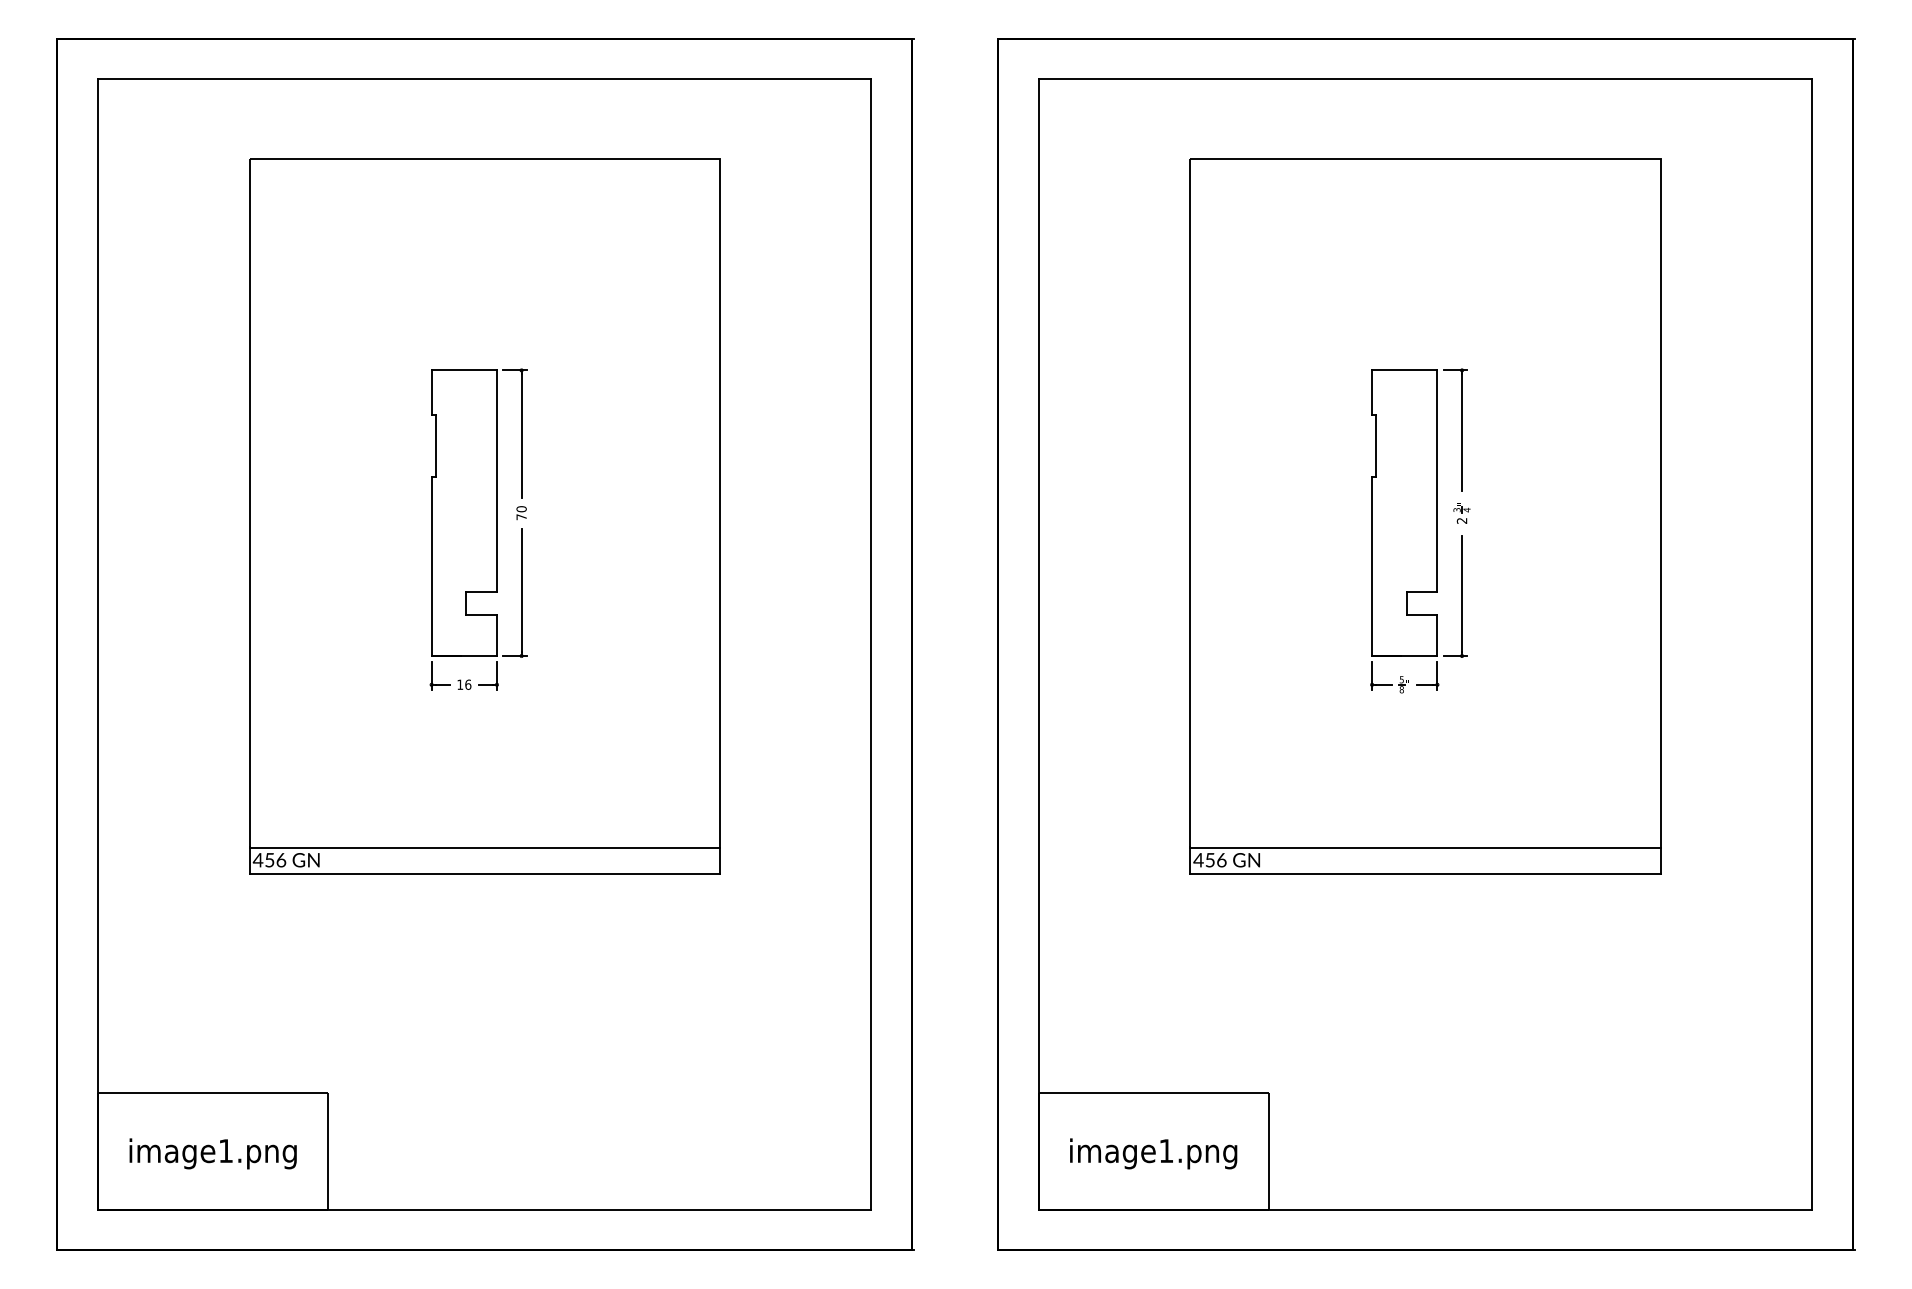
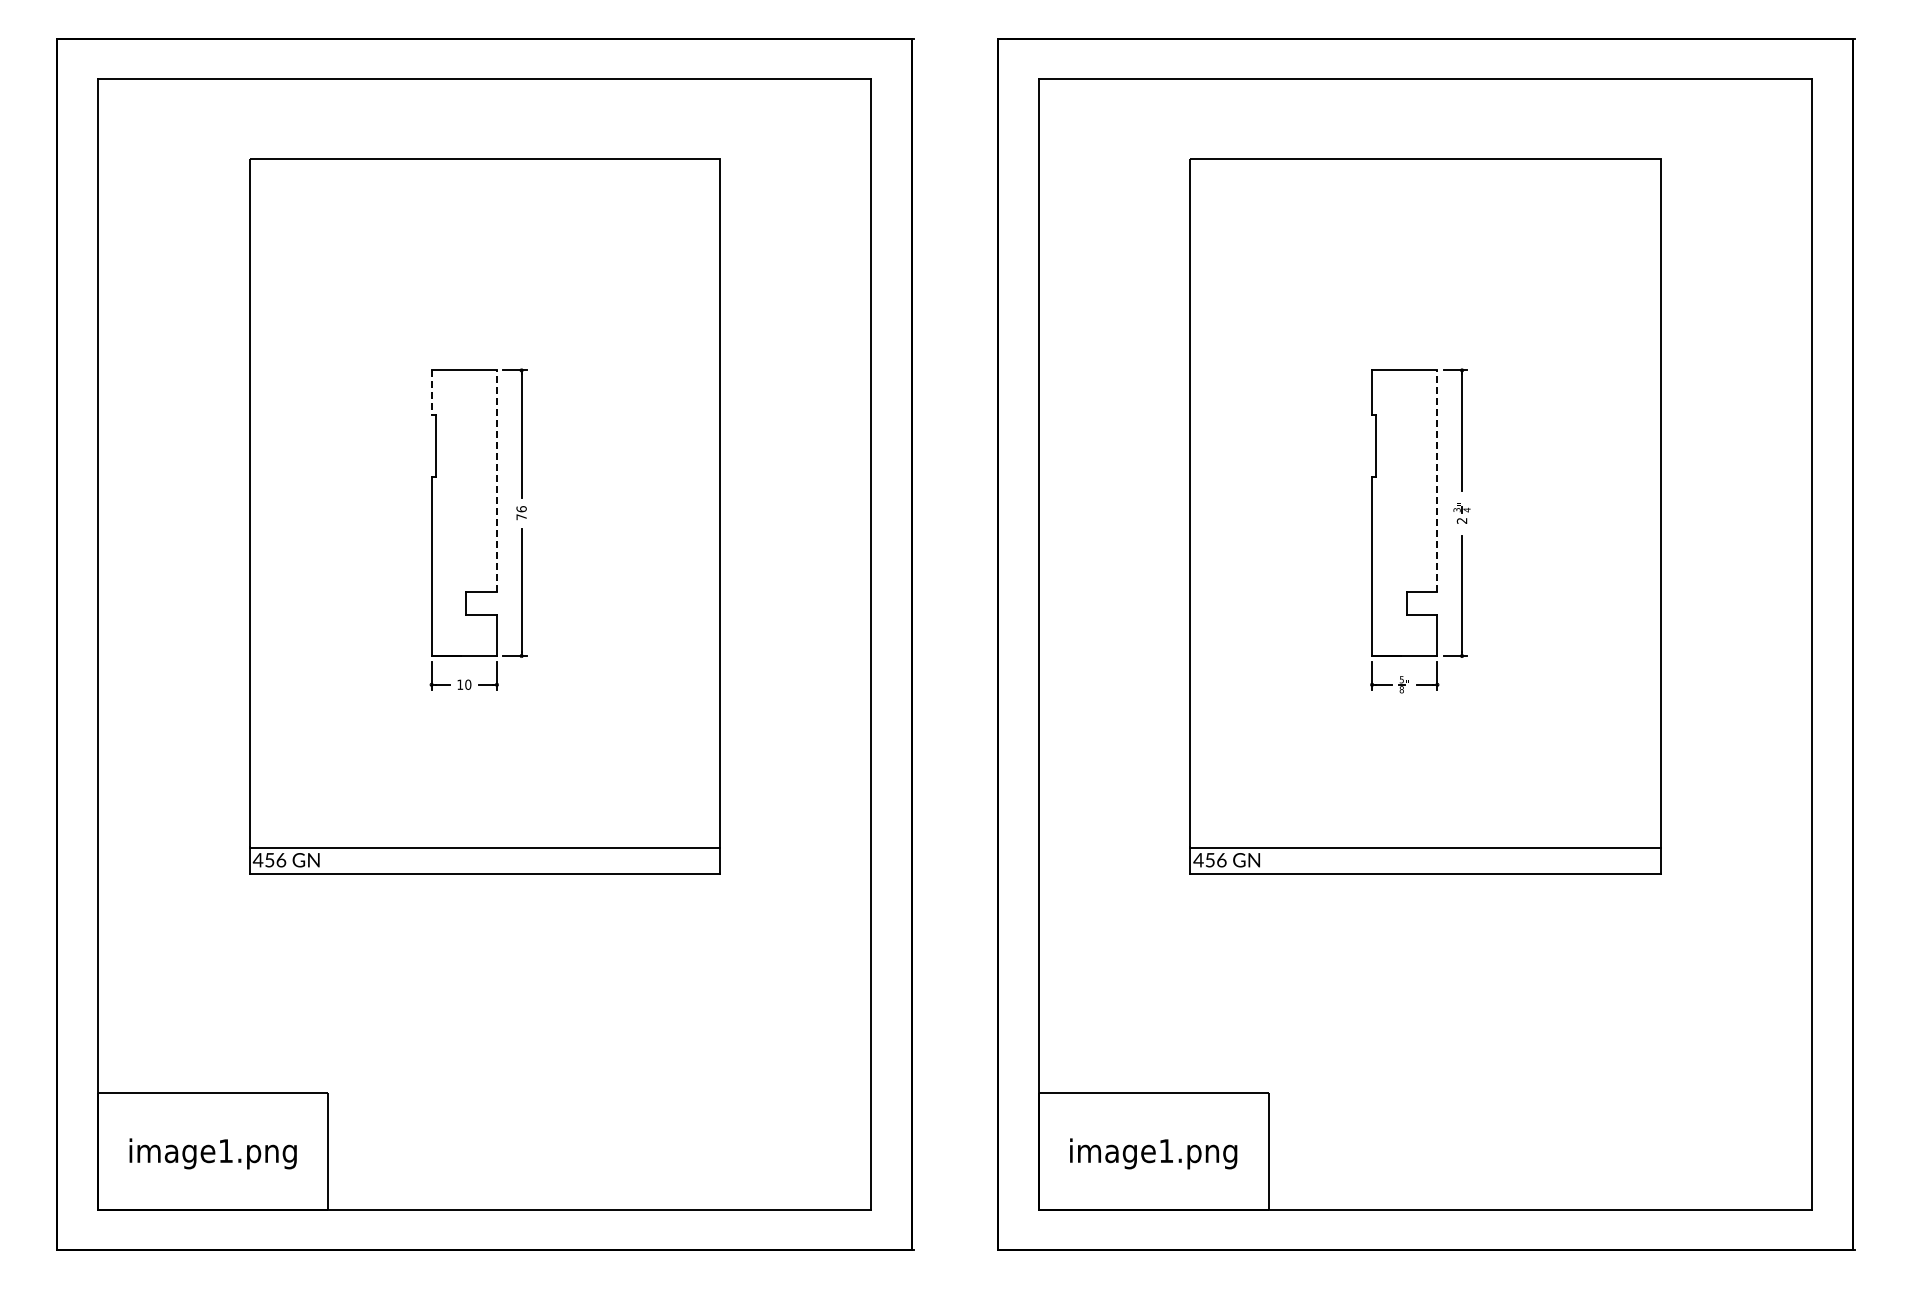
line at (431, 393): solid -> dashed
line at (496, 481): solid -> dashed
line at (1437, 481): solid -> dashed
text at (521, 509): 70 -> 76
text at (468, 684): 16 -> 10
